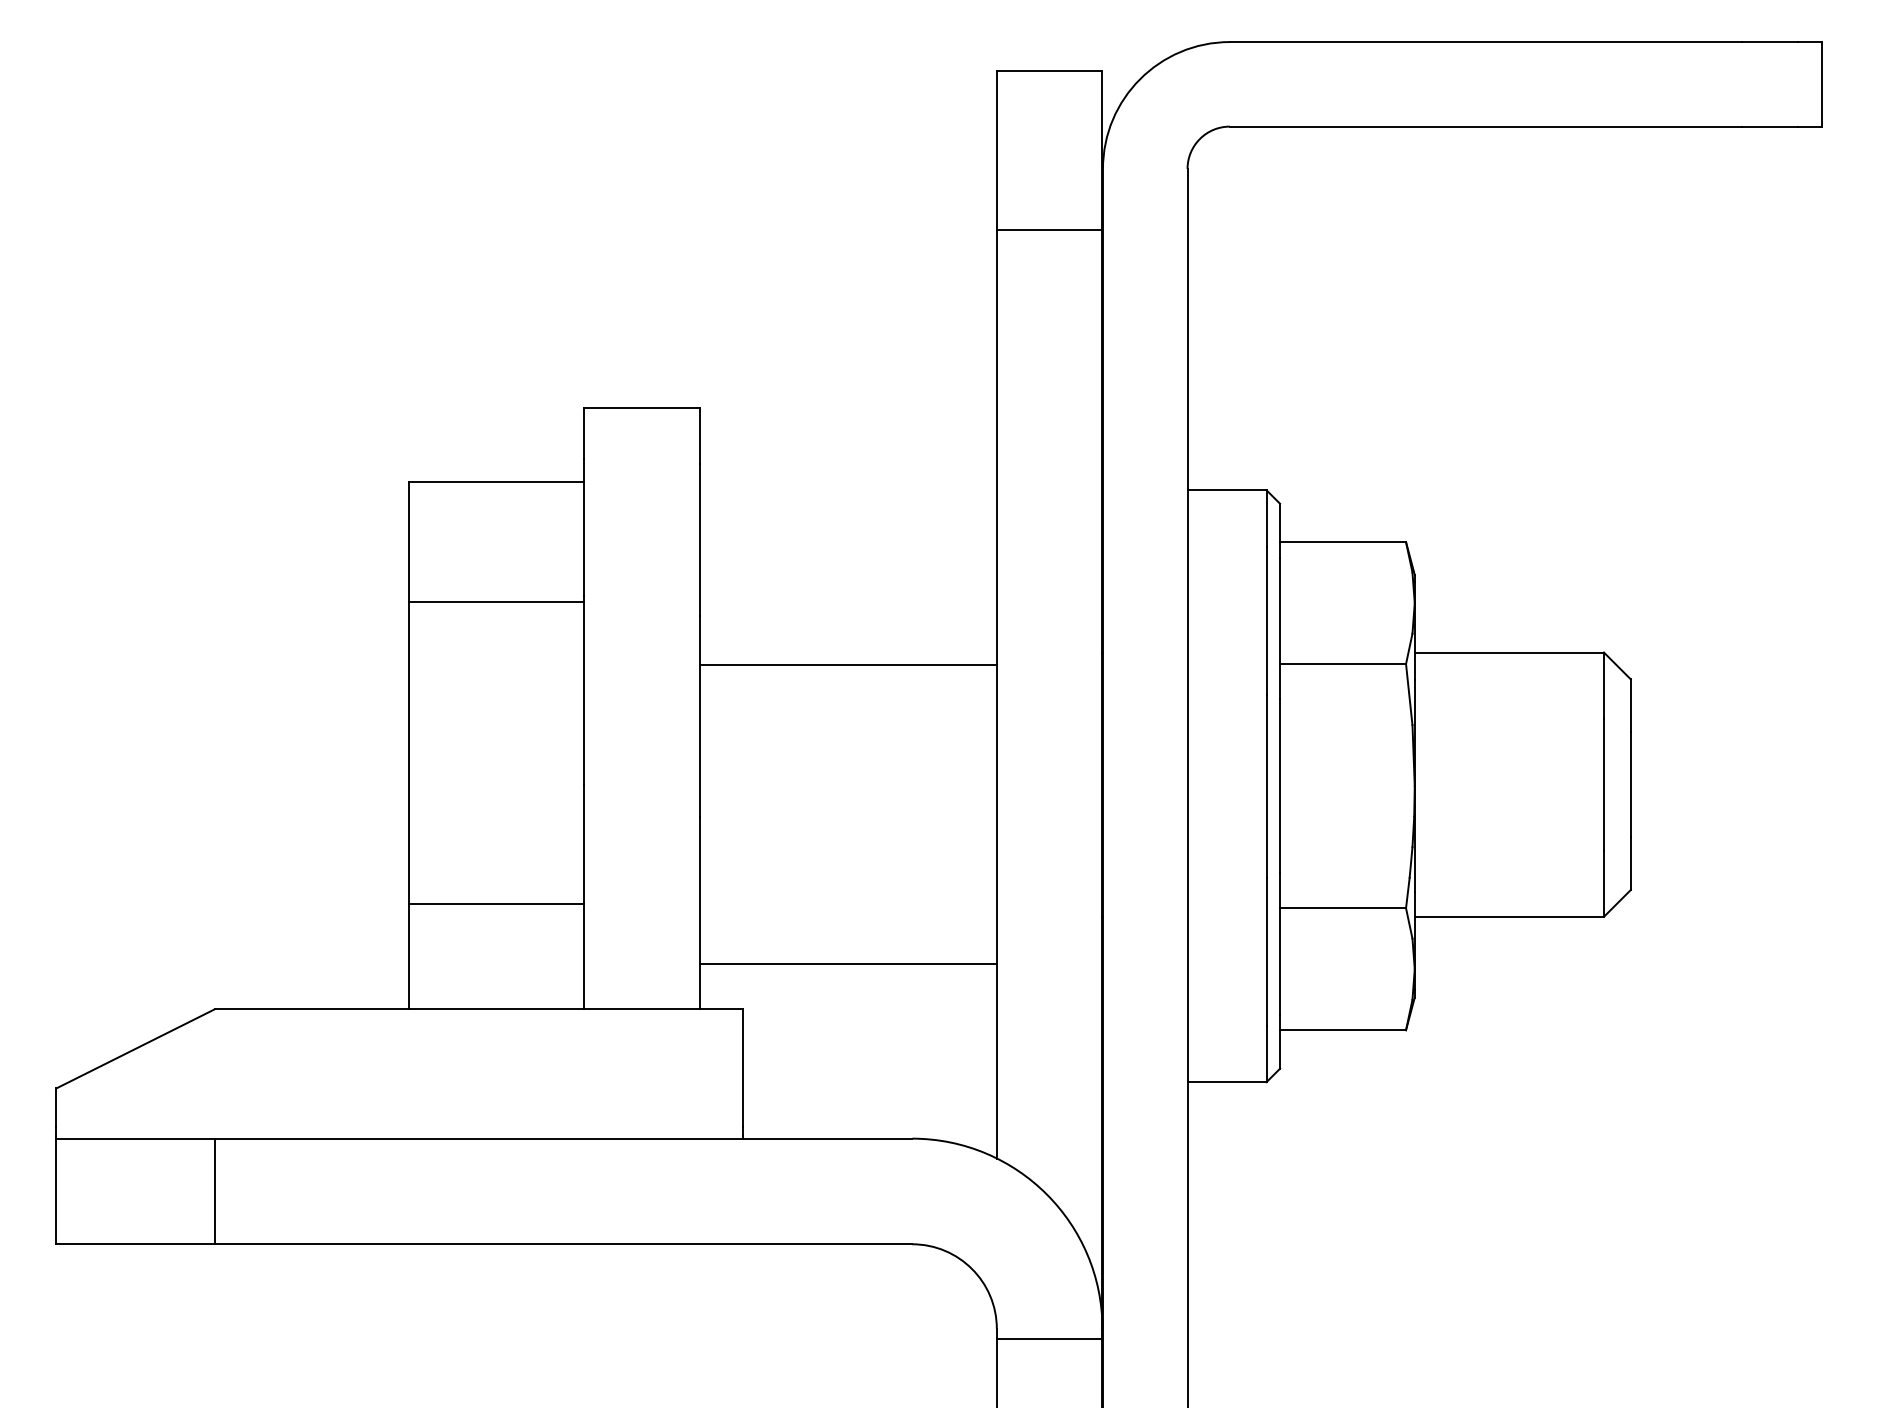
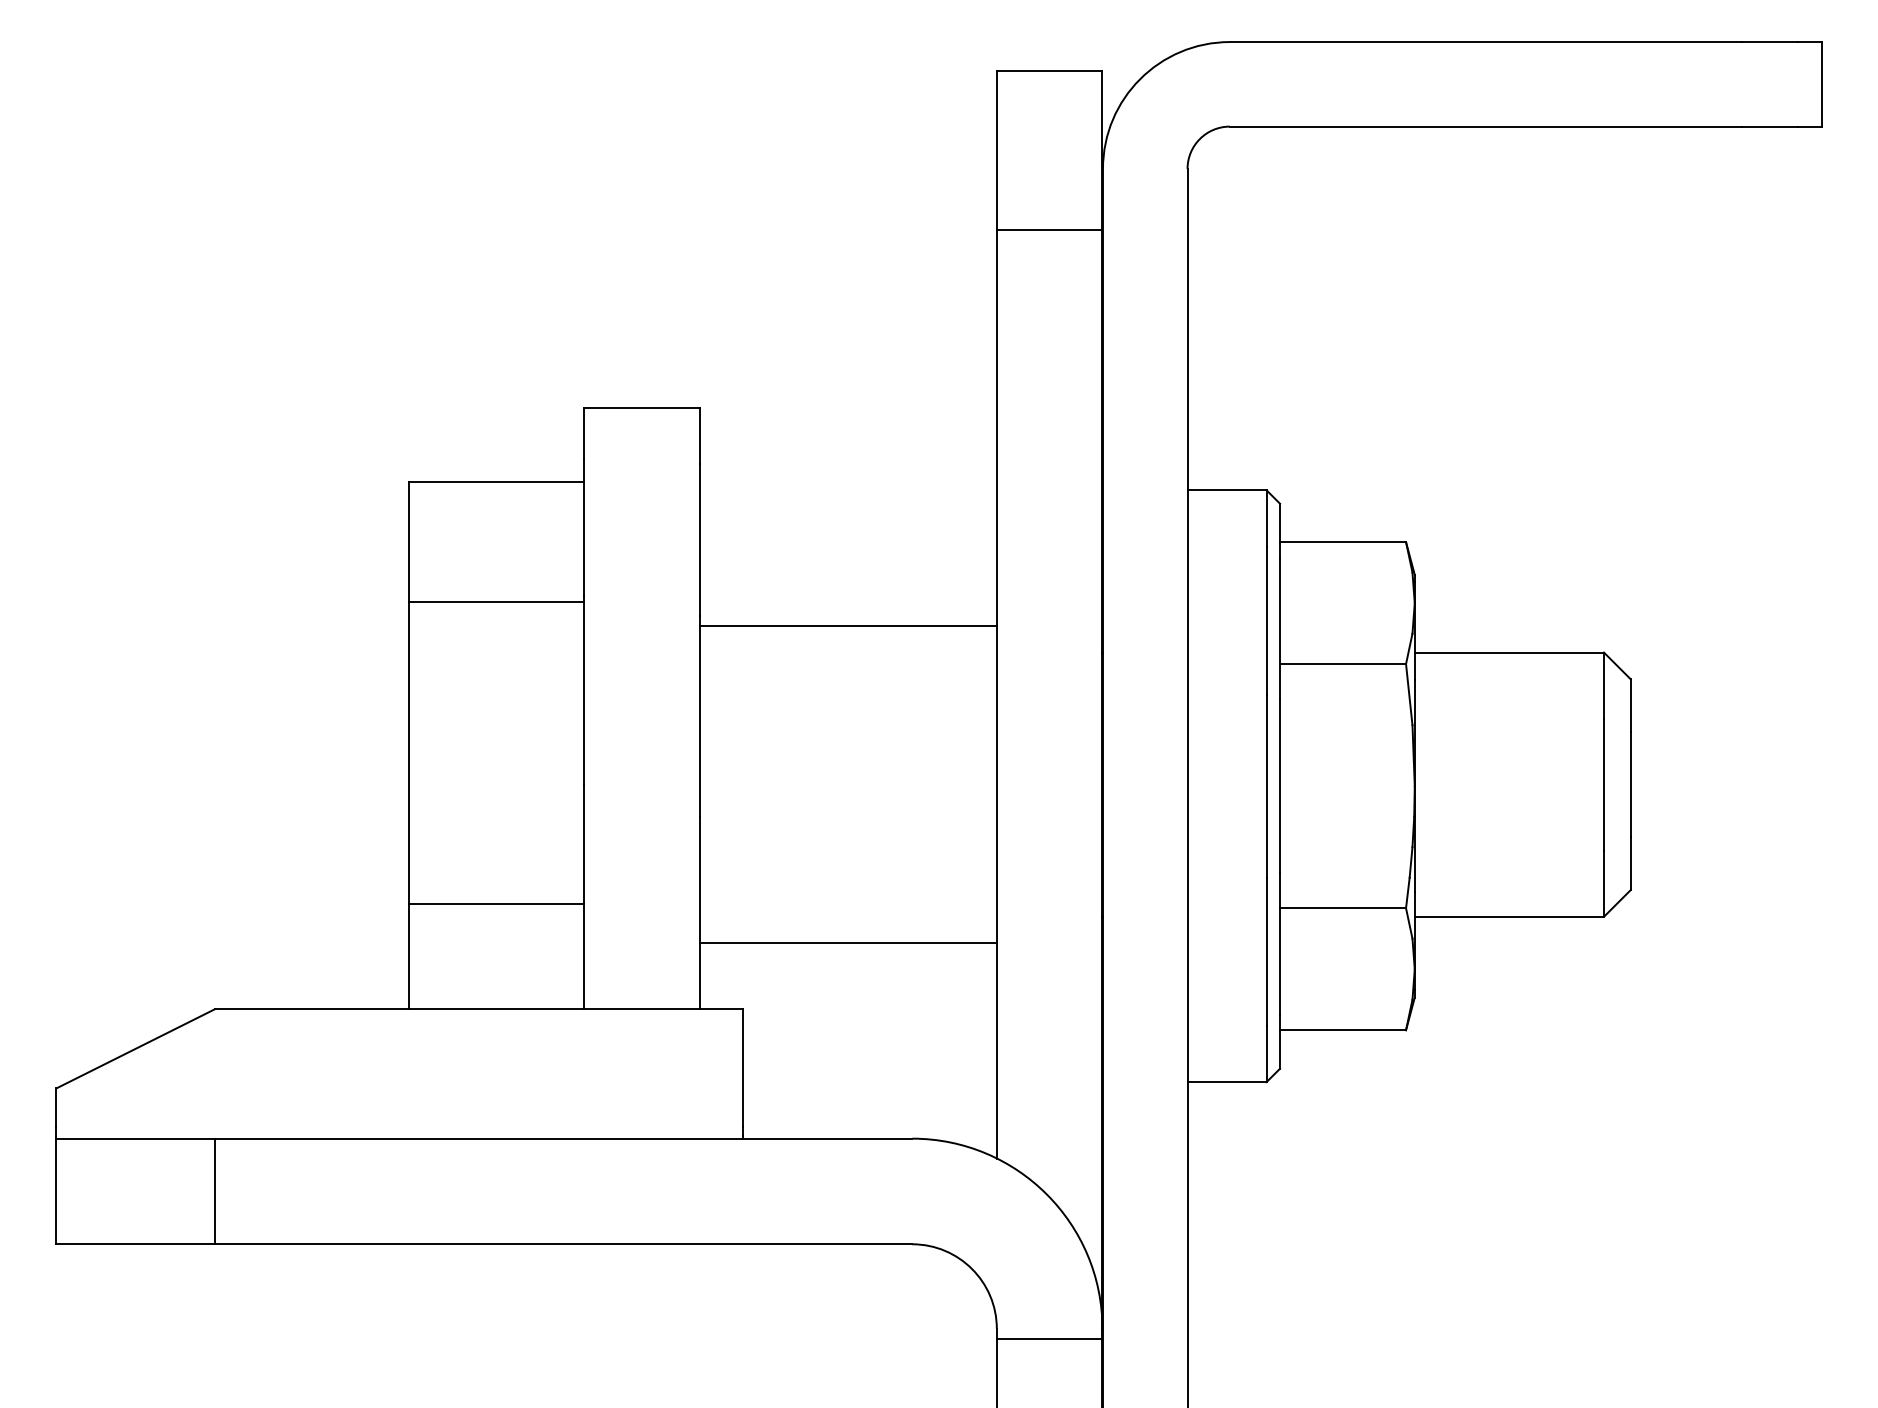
line at (847, 665) position: (847, 665) -> (847, 626)
line at (847, 964) position: (847, 964) -> (847, 943)
